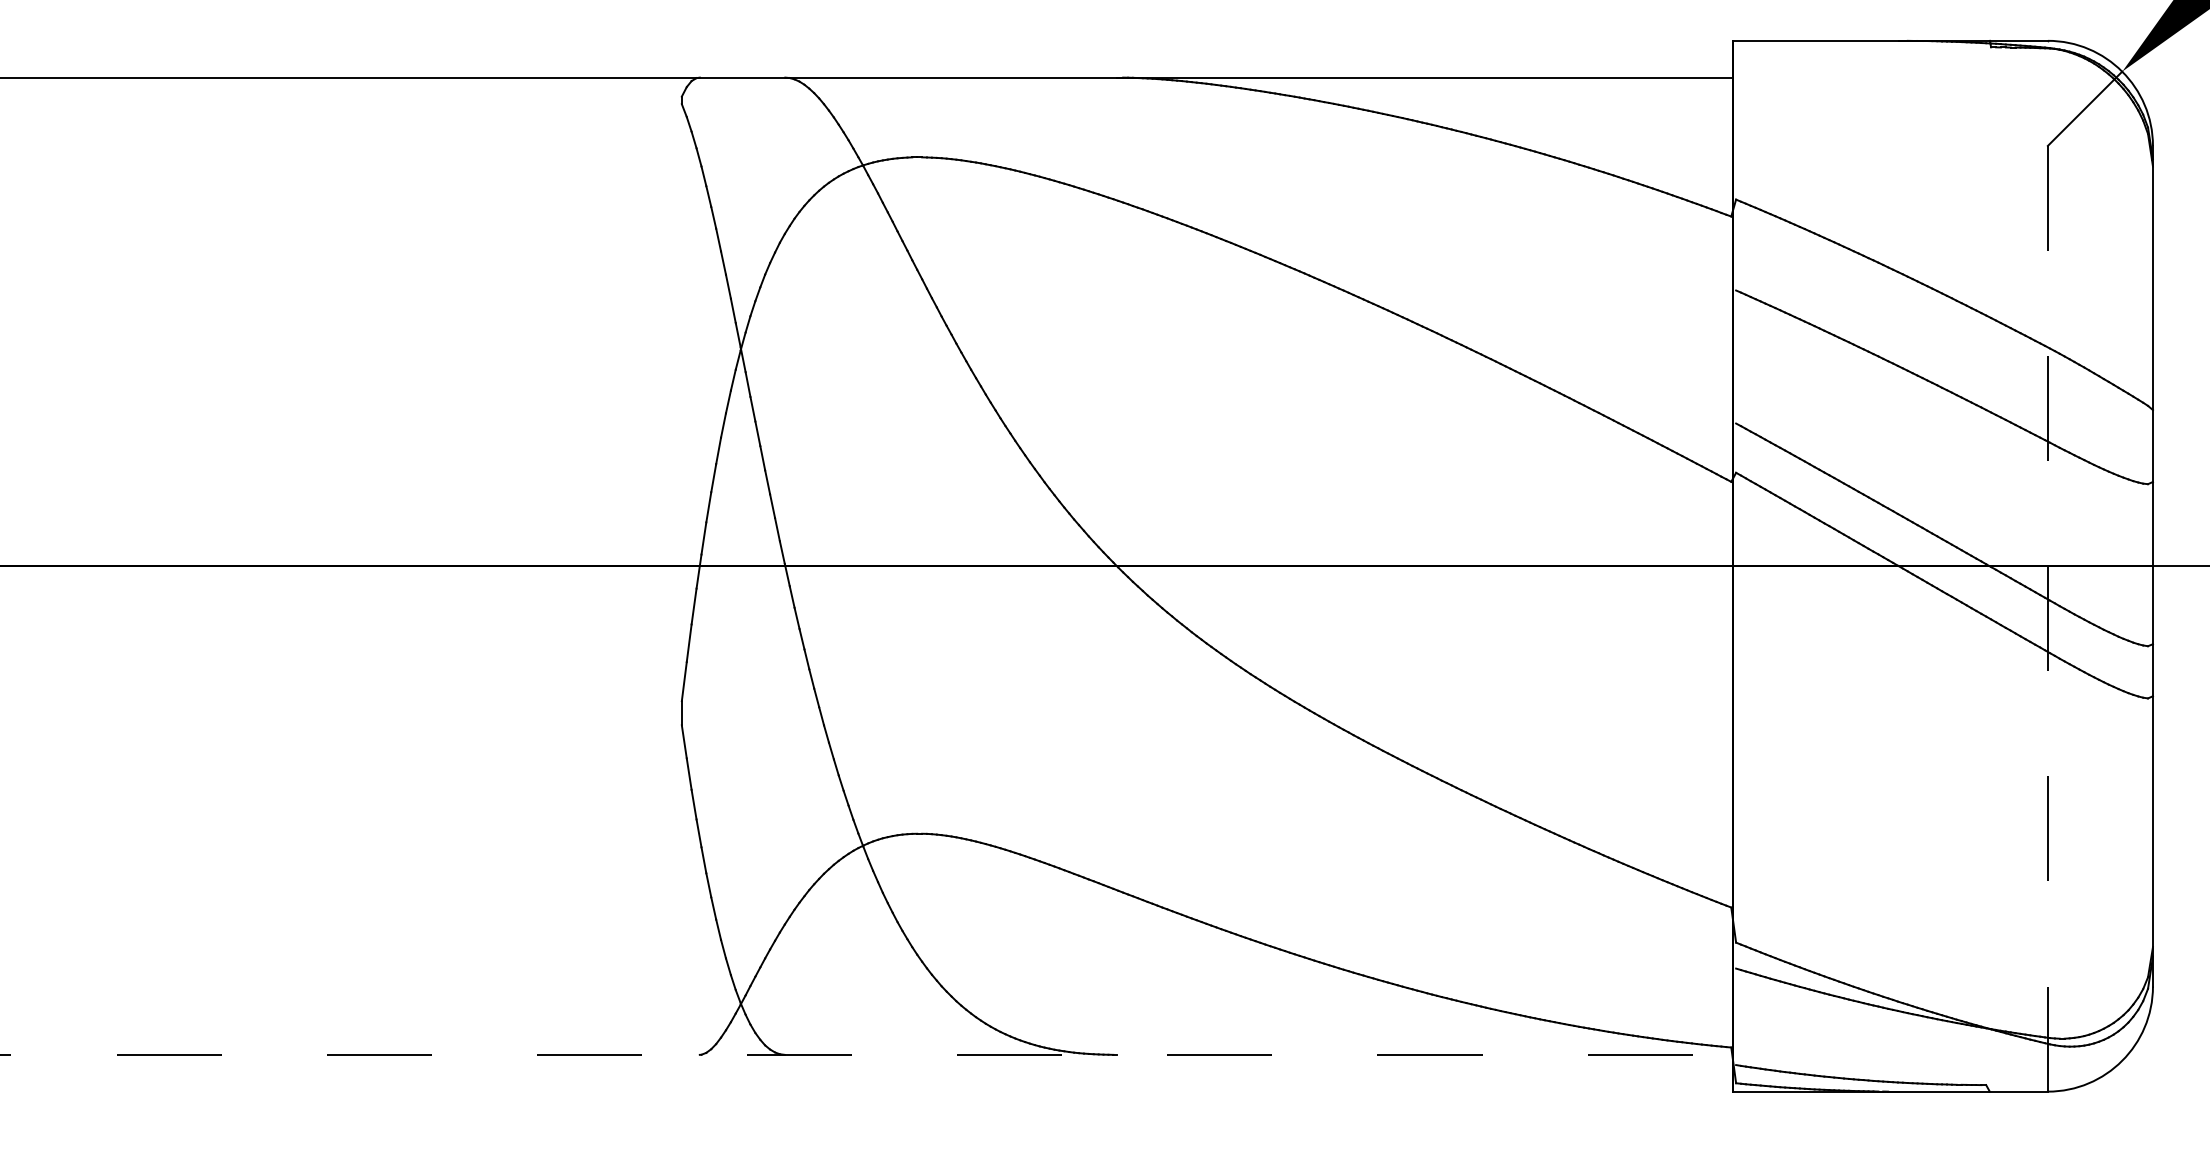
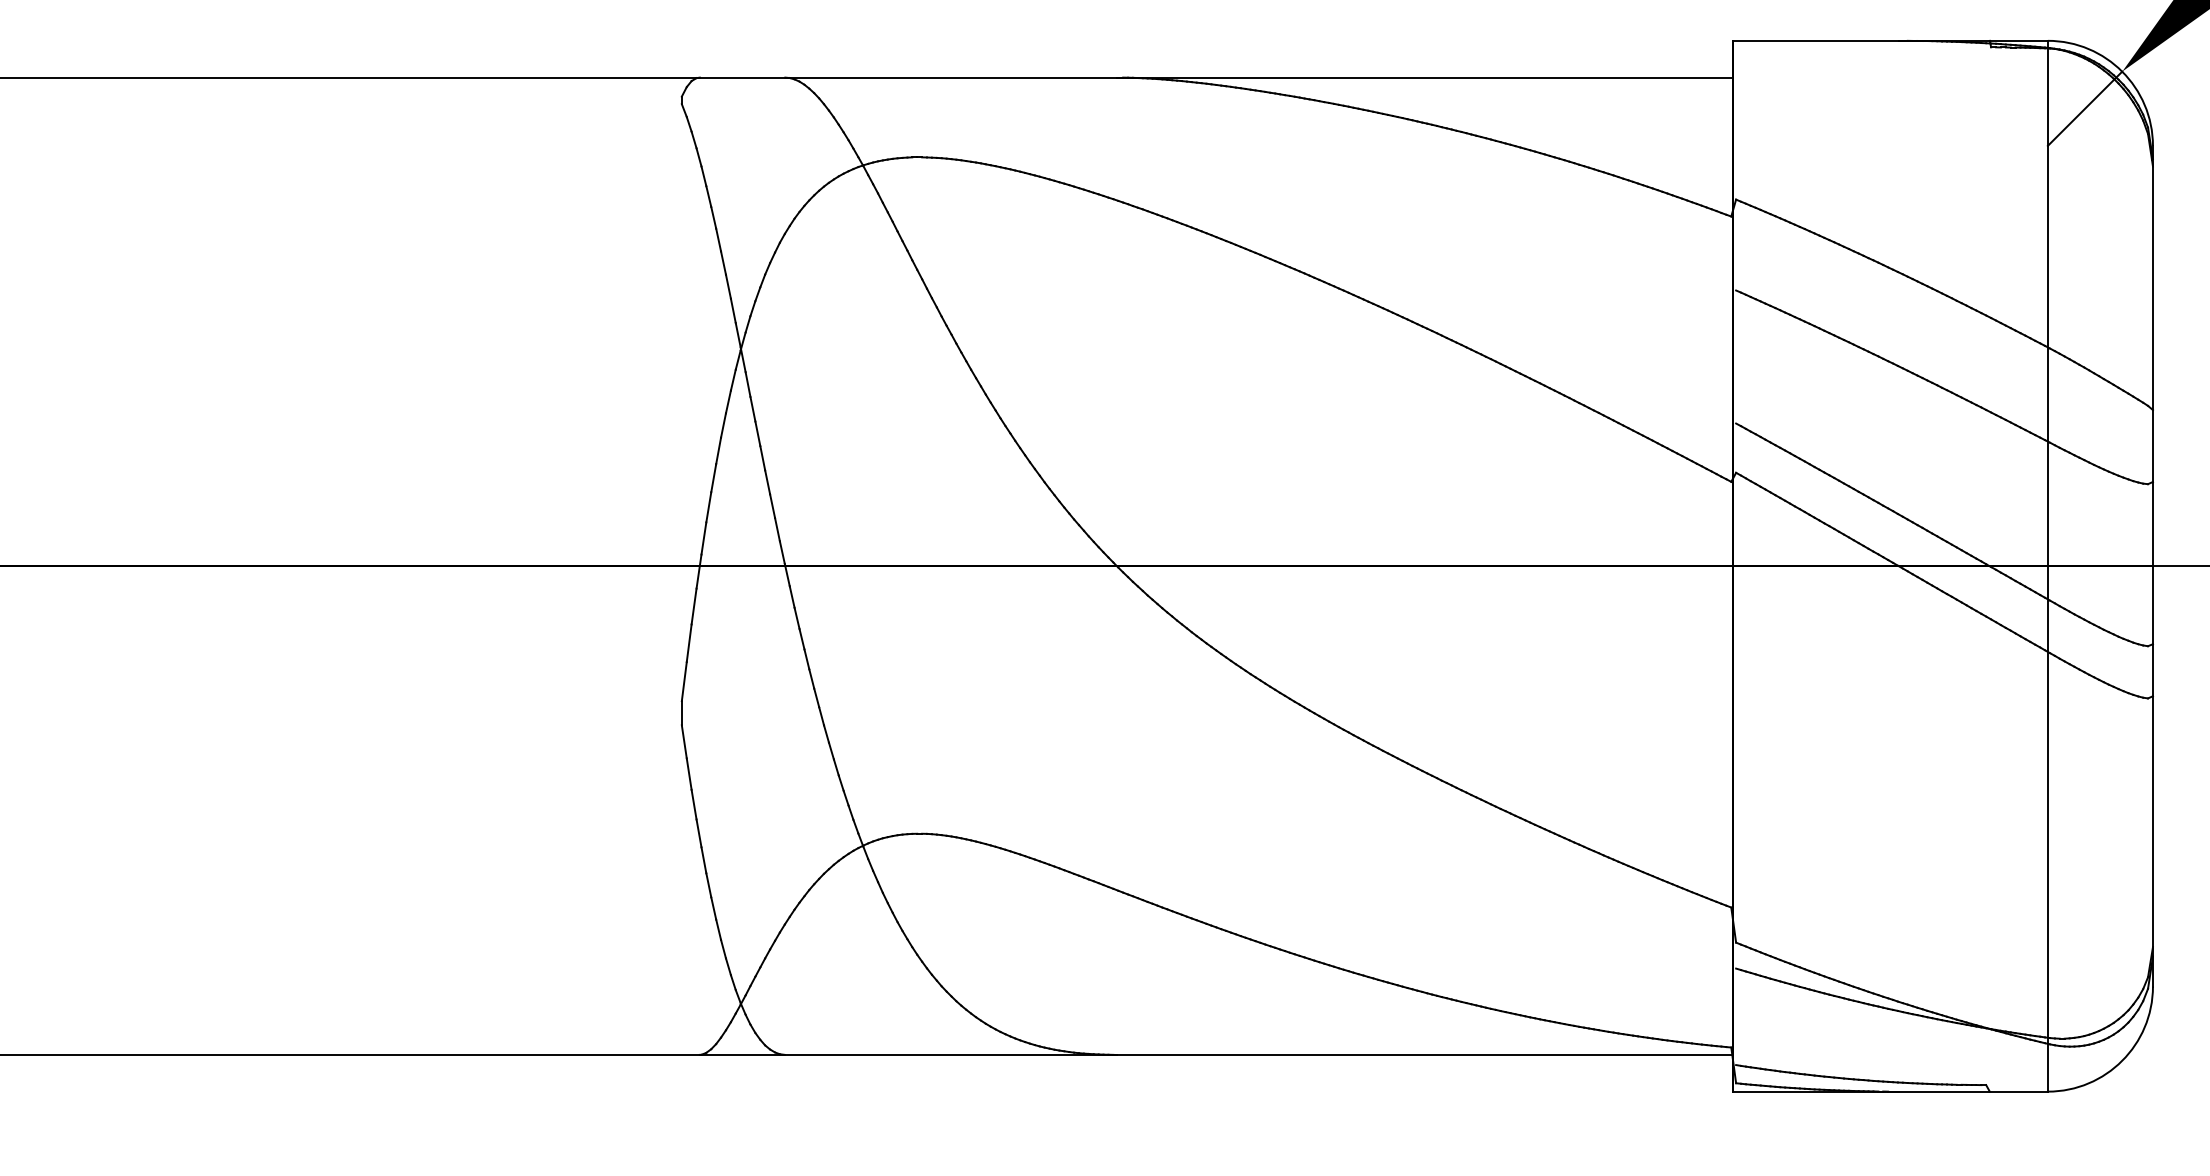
line at (2047, 565): dashed -> solid
line at (866, 1054): dashed -> solid
